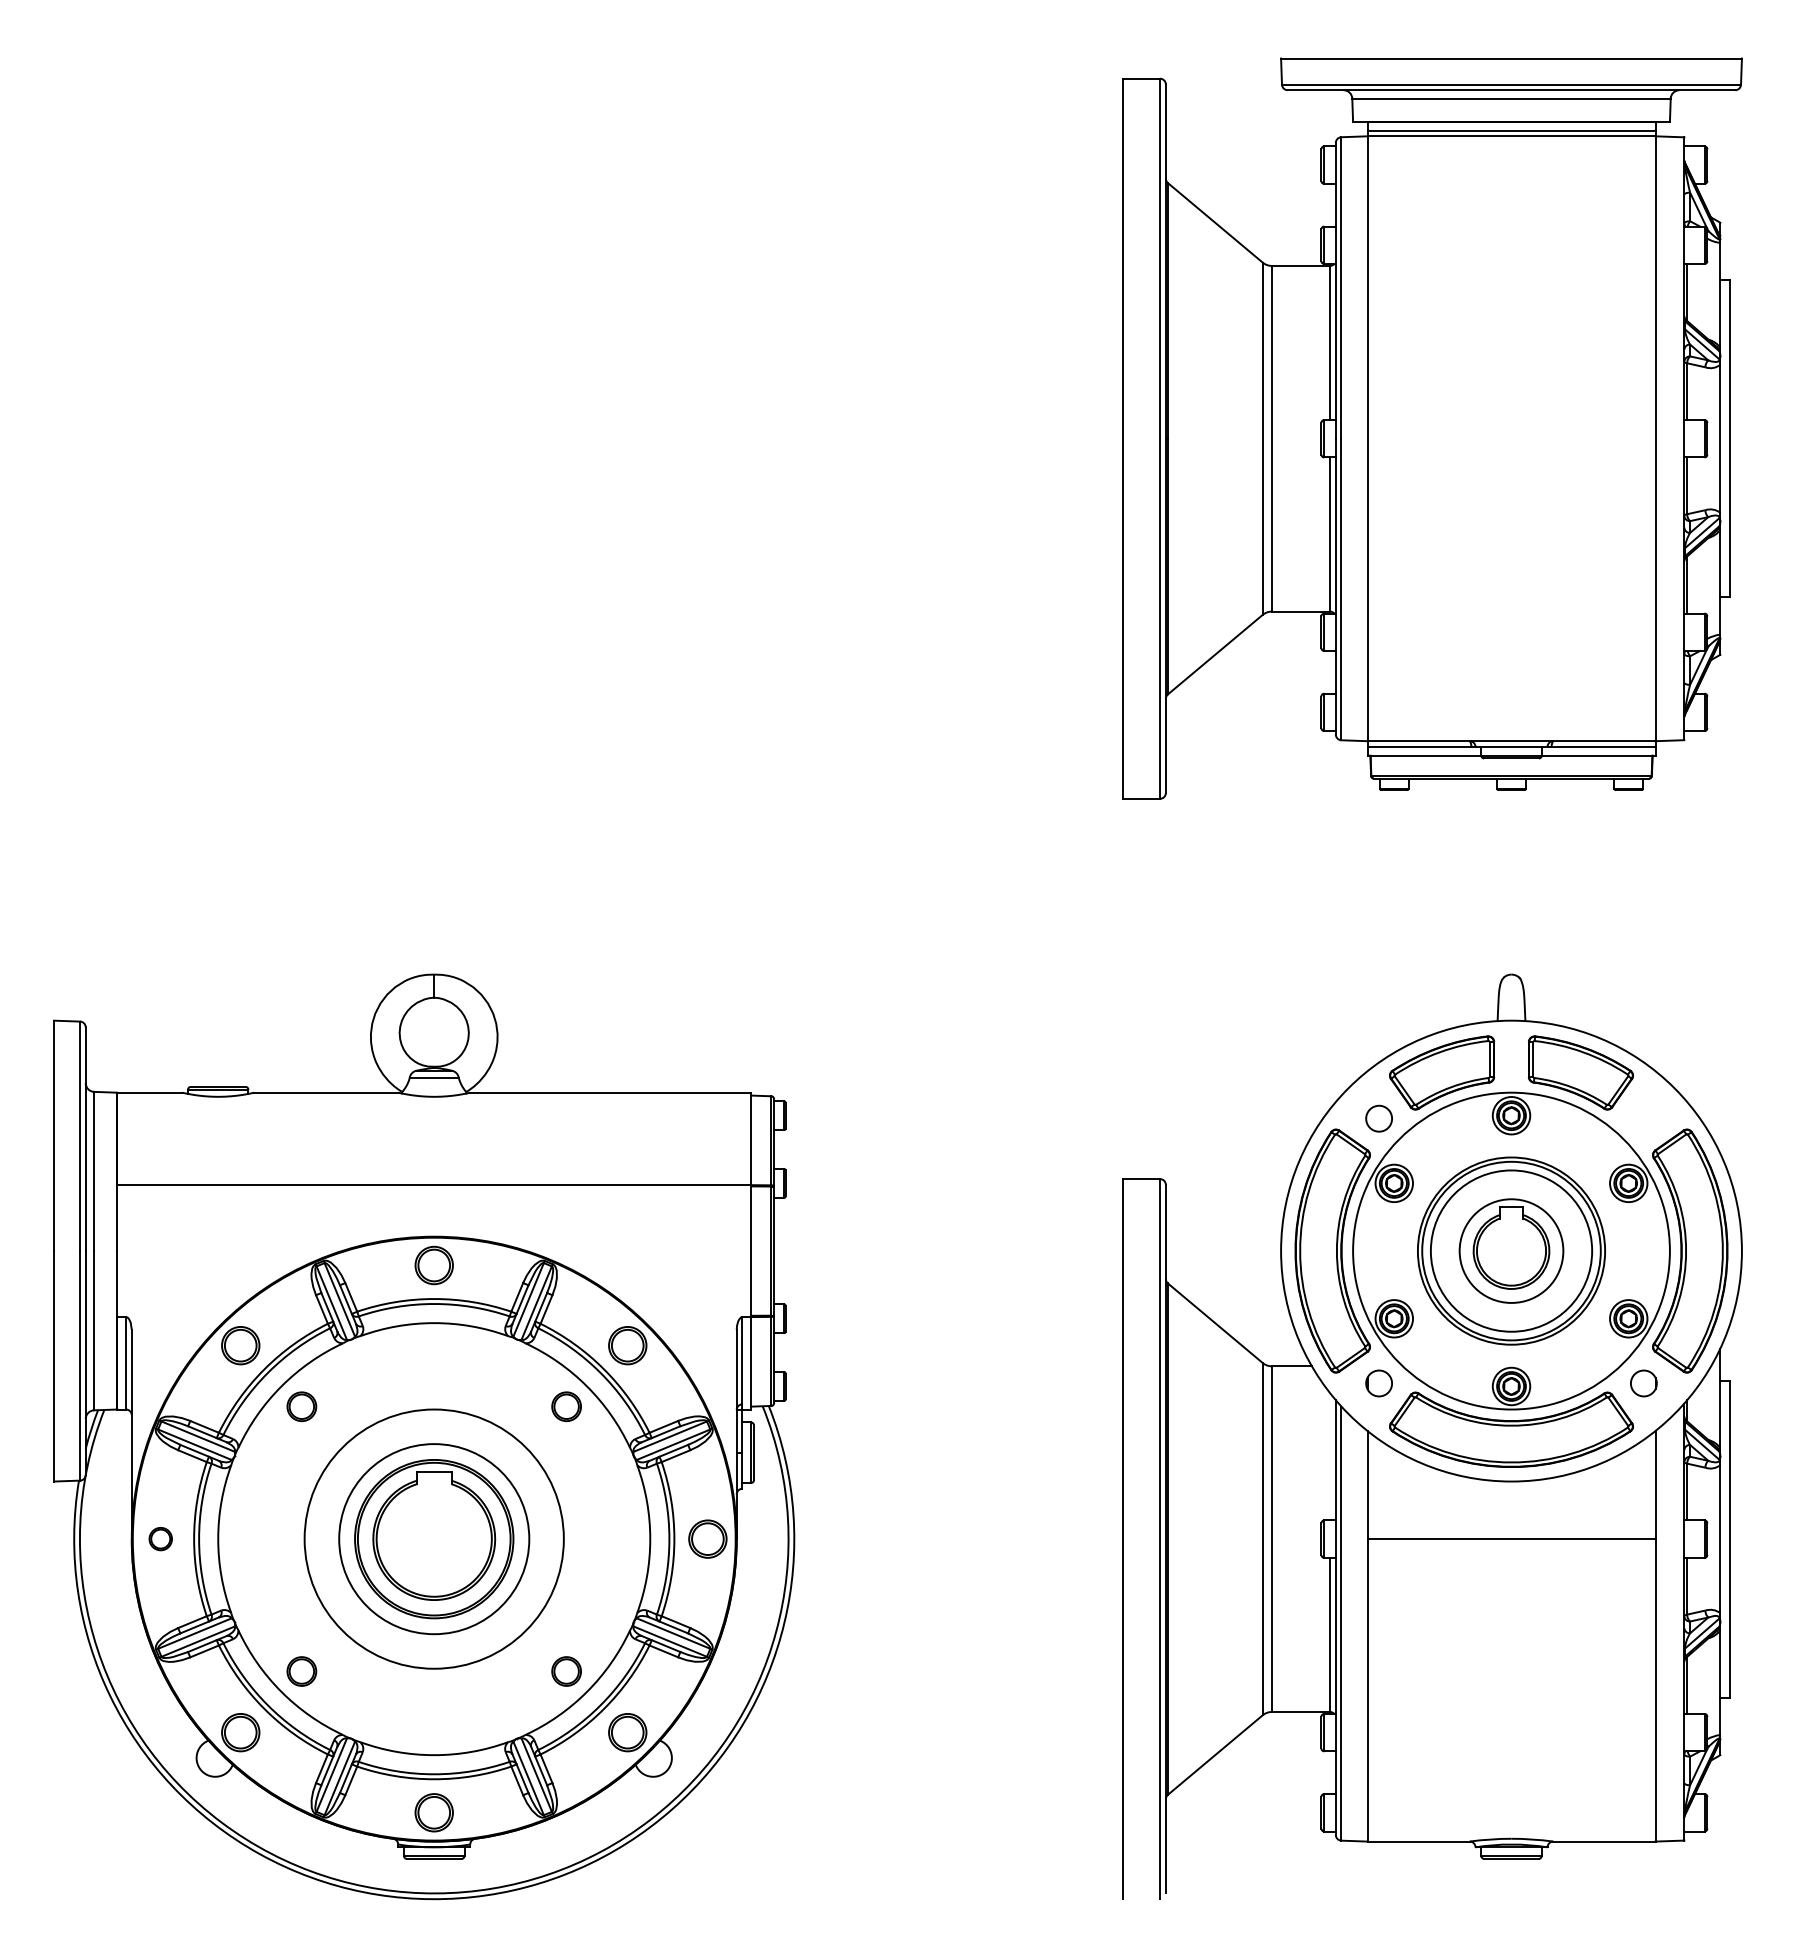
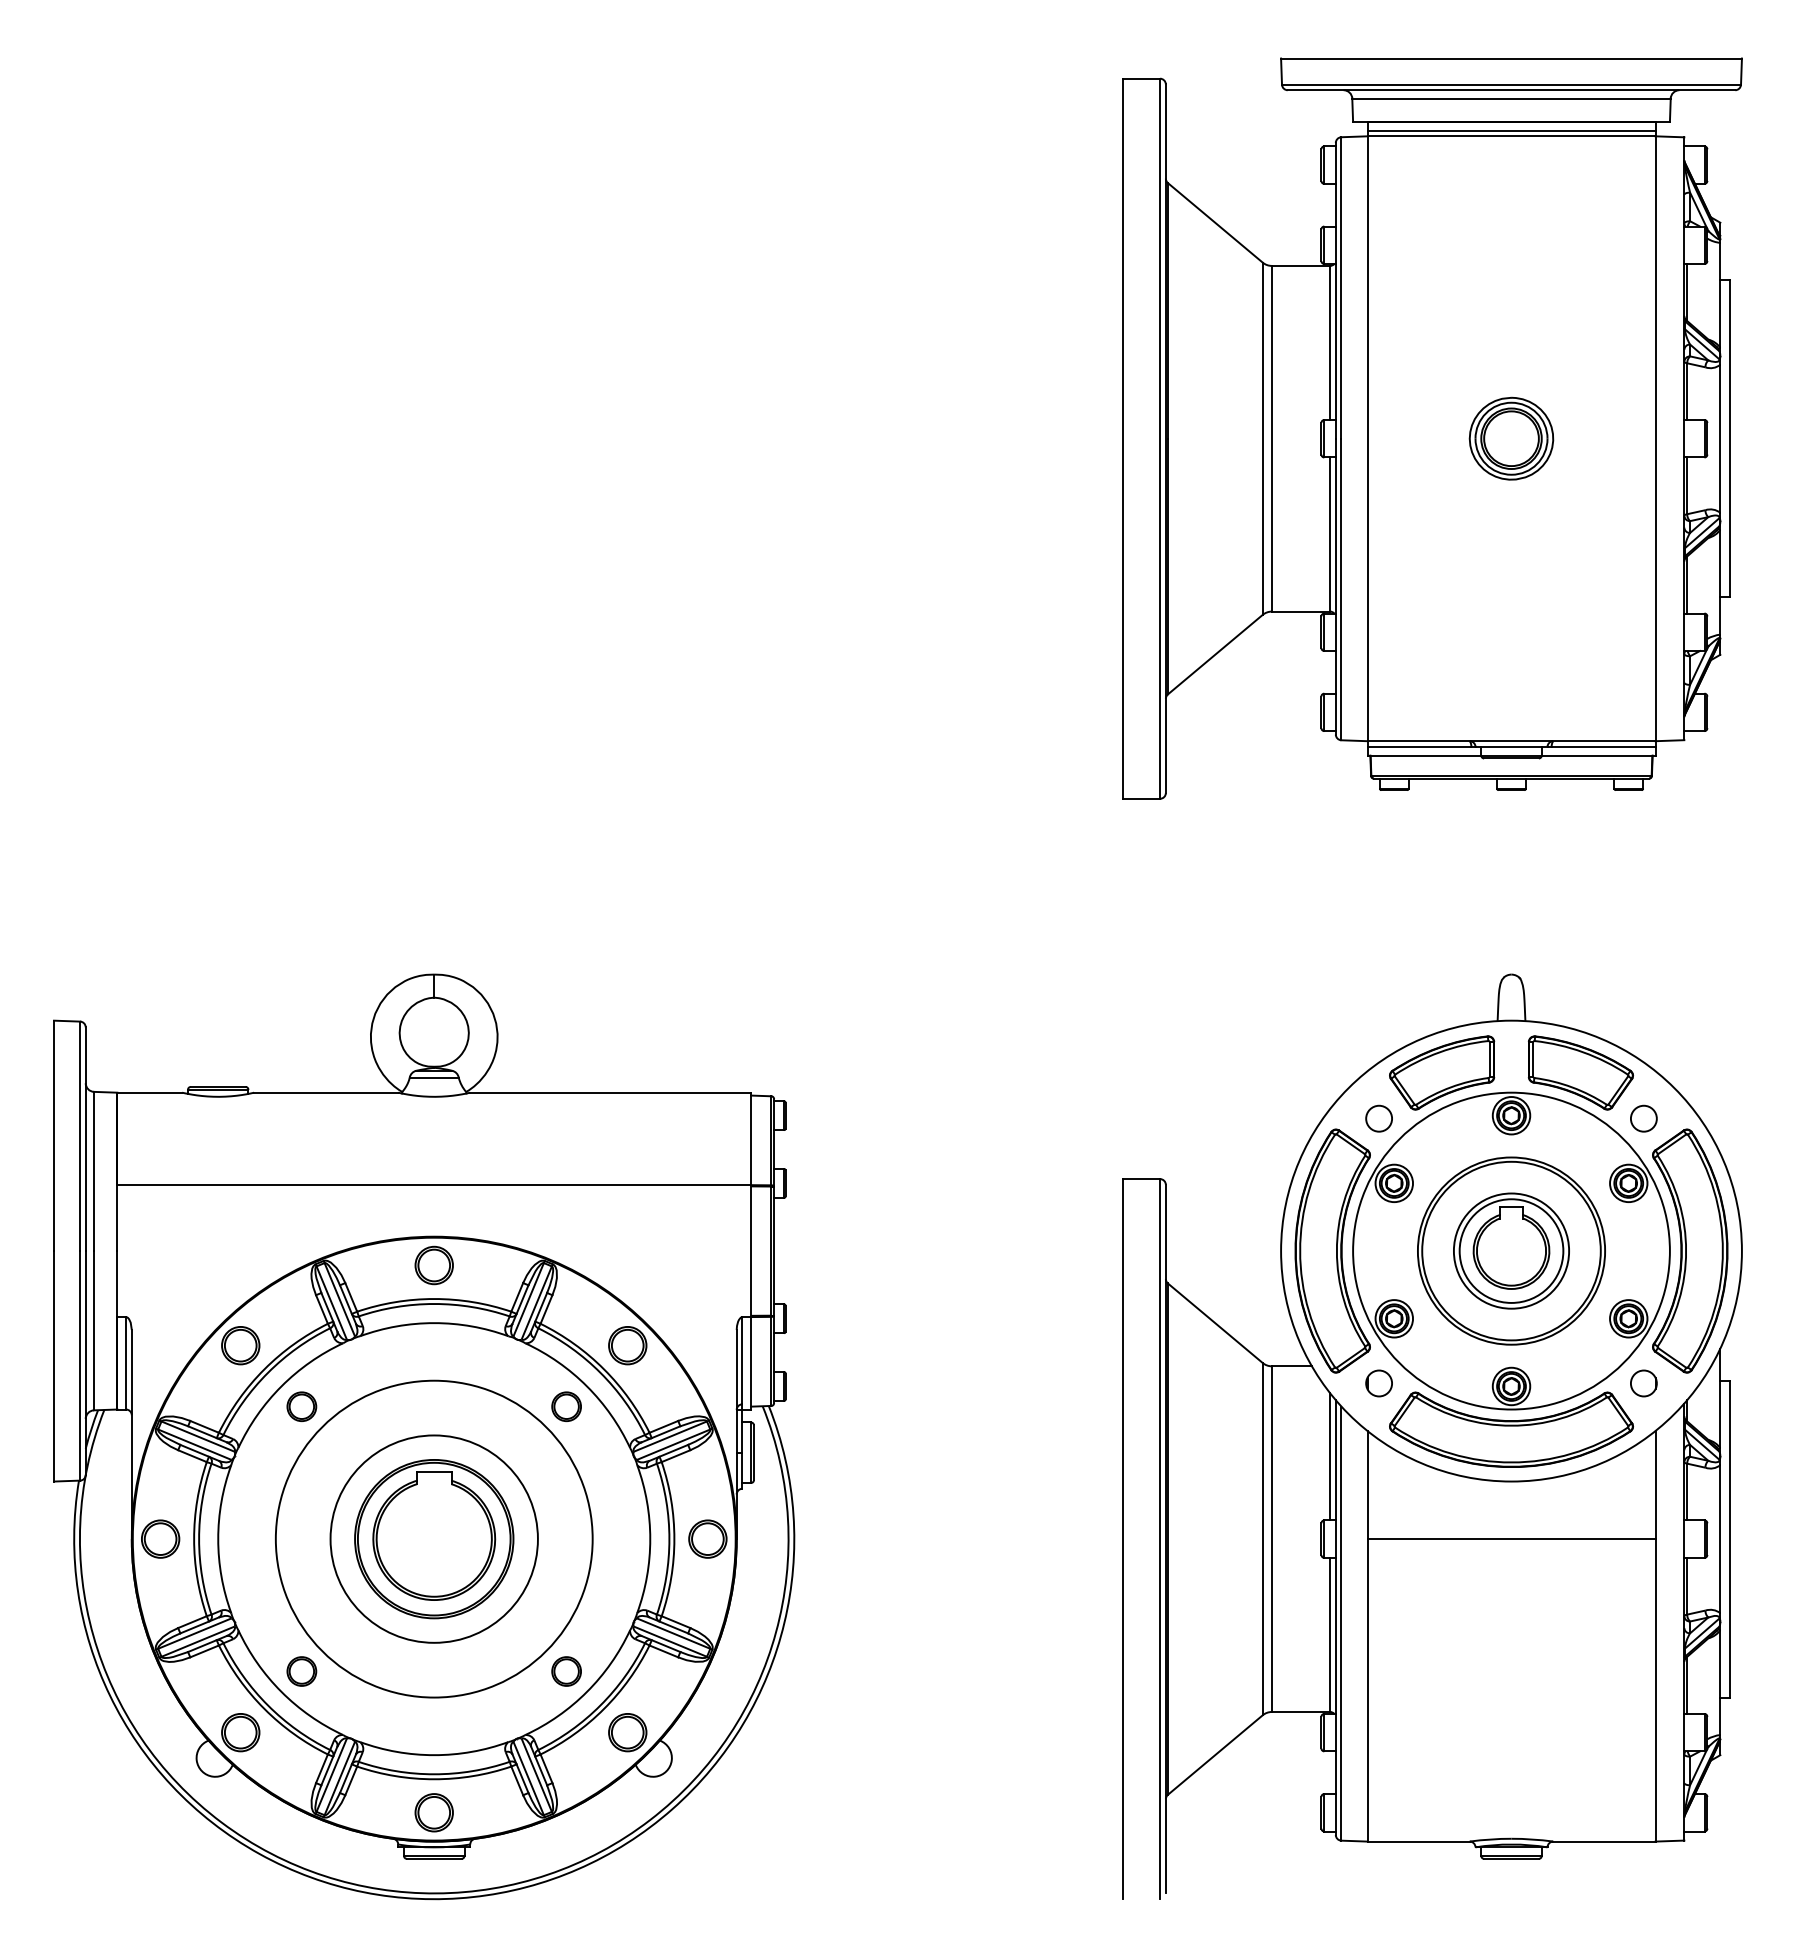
part at (1511, 438): none -> present
circle at (1643, 1118): none -> present
circle at (1511, 1250) diameter: 161 px -> 115 px
line at (1330, 1456): none -> present
circle at (433, 1538) diameter: 259 px -> 207 px
part at (160, 1539) size: 25x25 px -> 40x40 px
circle at (434, 1539) diameter: 190 px -> 317 px
